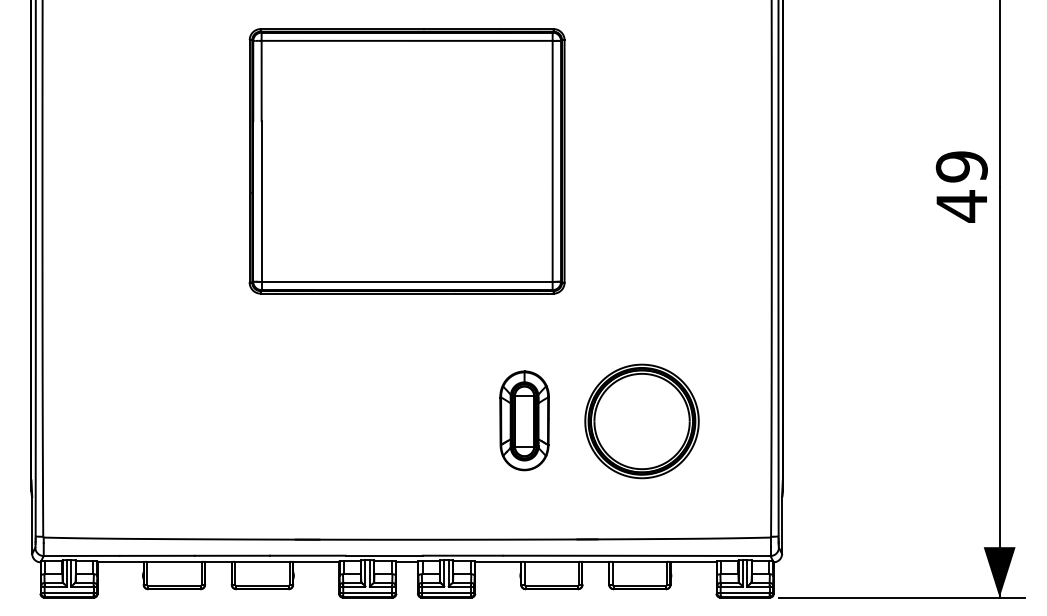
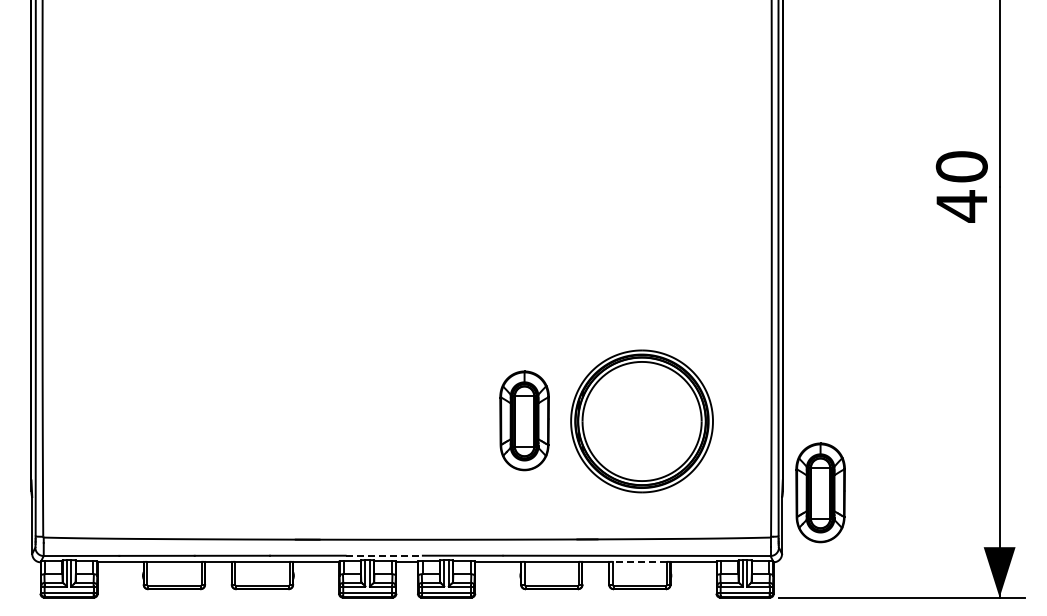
part at (406, 161): present -> none
text at (961, 166): 49 -> 40
part at (641, 421) size: 116x117 px -> 144x145 px
part at (820, 492): none -> present
line at (384, 555): solid -> dashed
line at (639, 561): solid -> dashed
